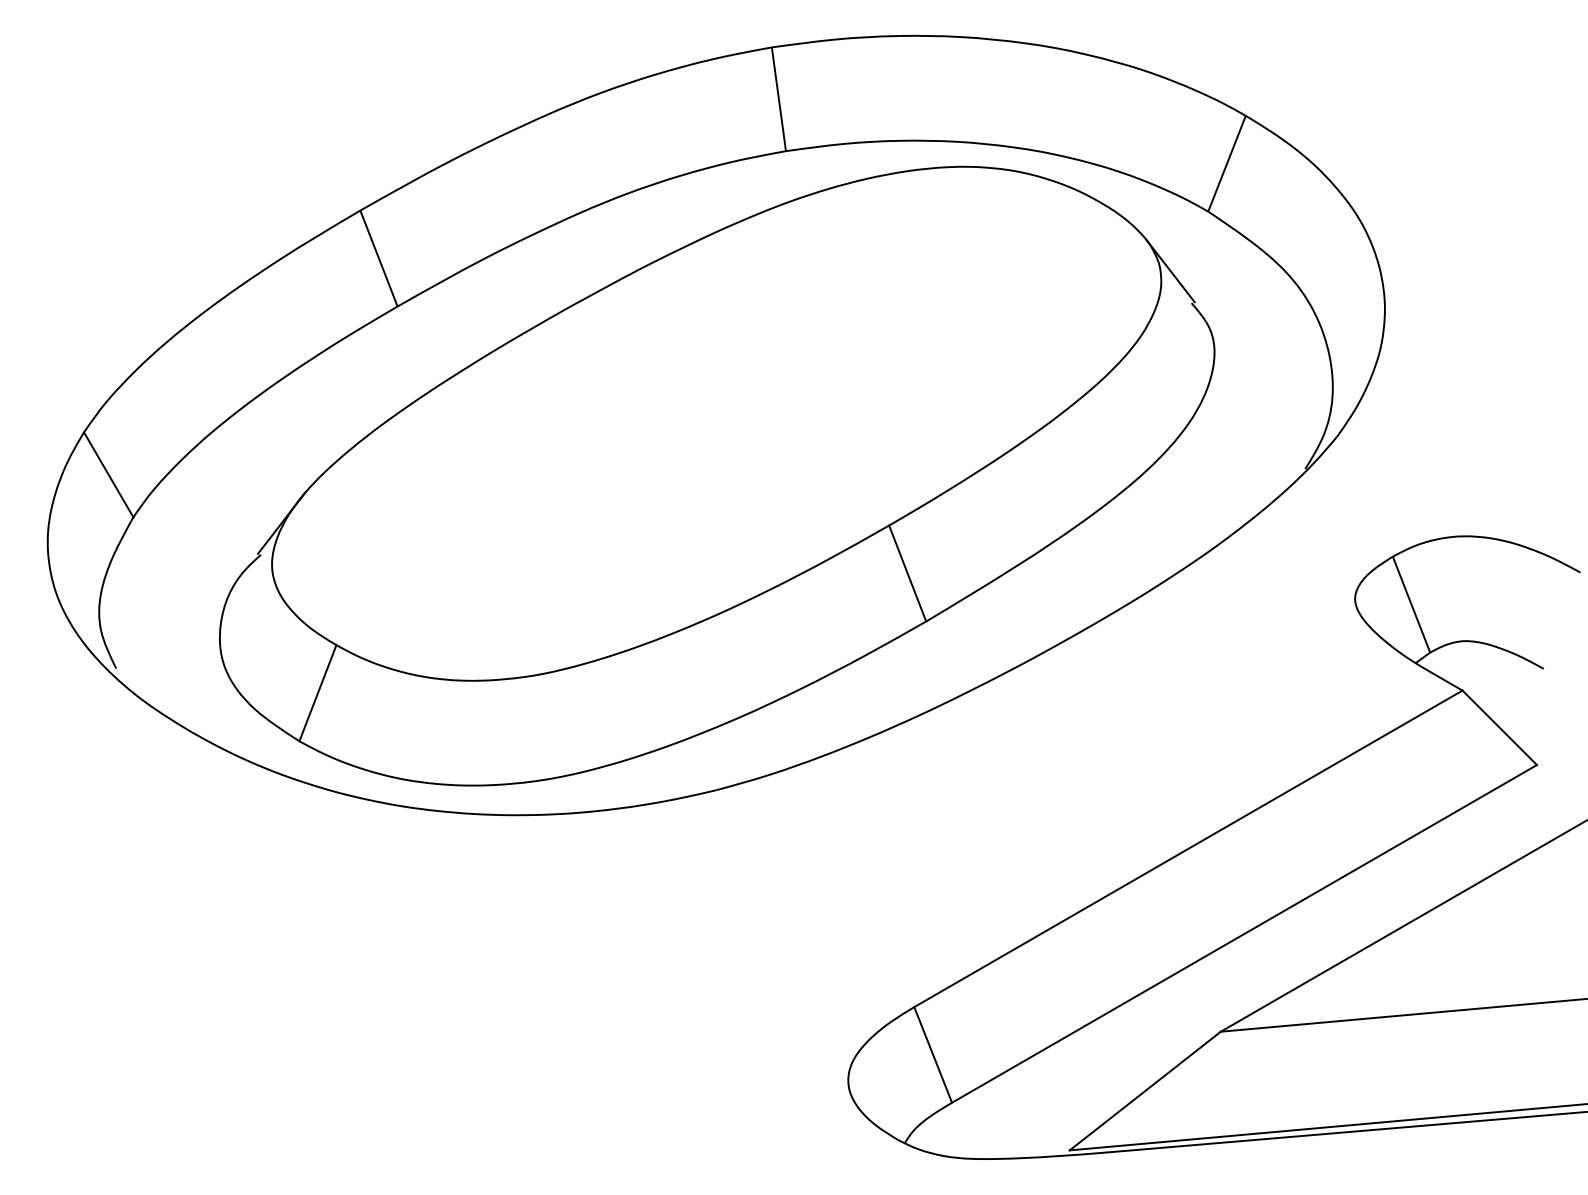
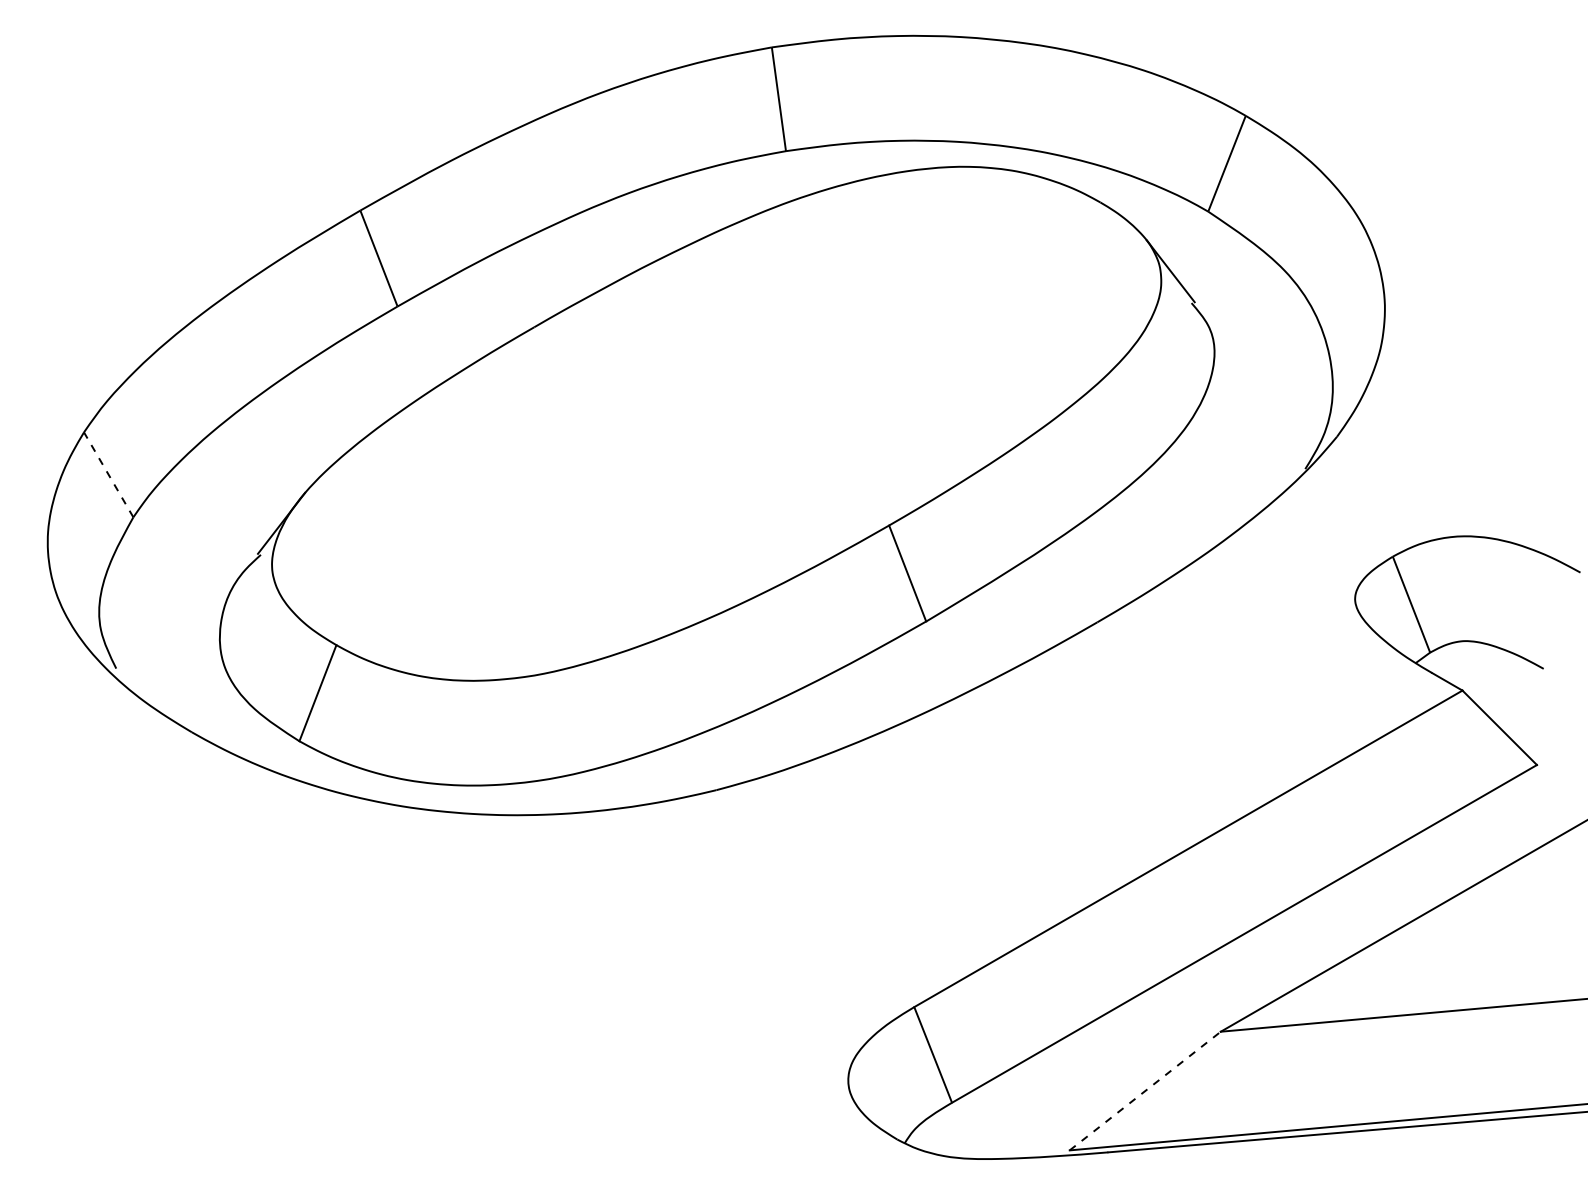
line at (108, 474): solid -> dashed
line at (1145, 1090): solid -> dashed
